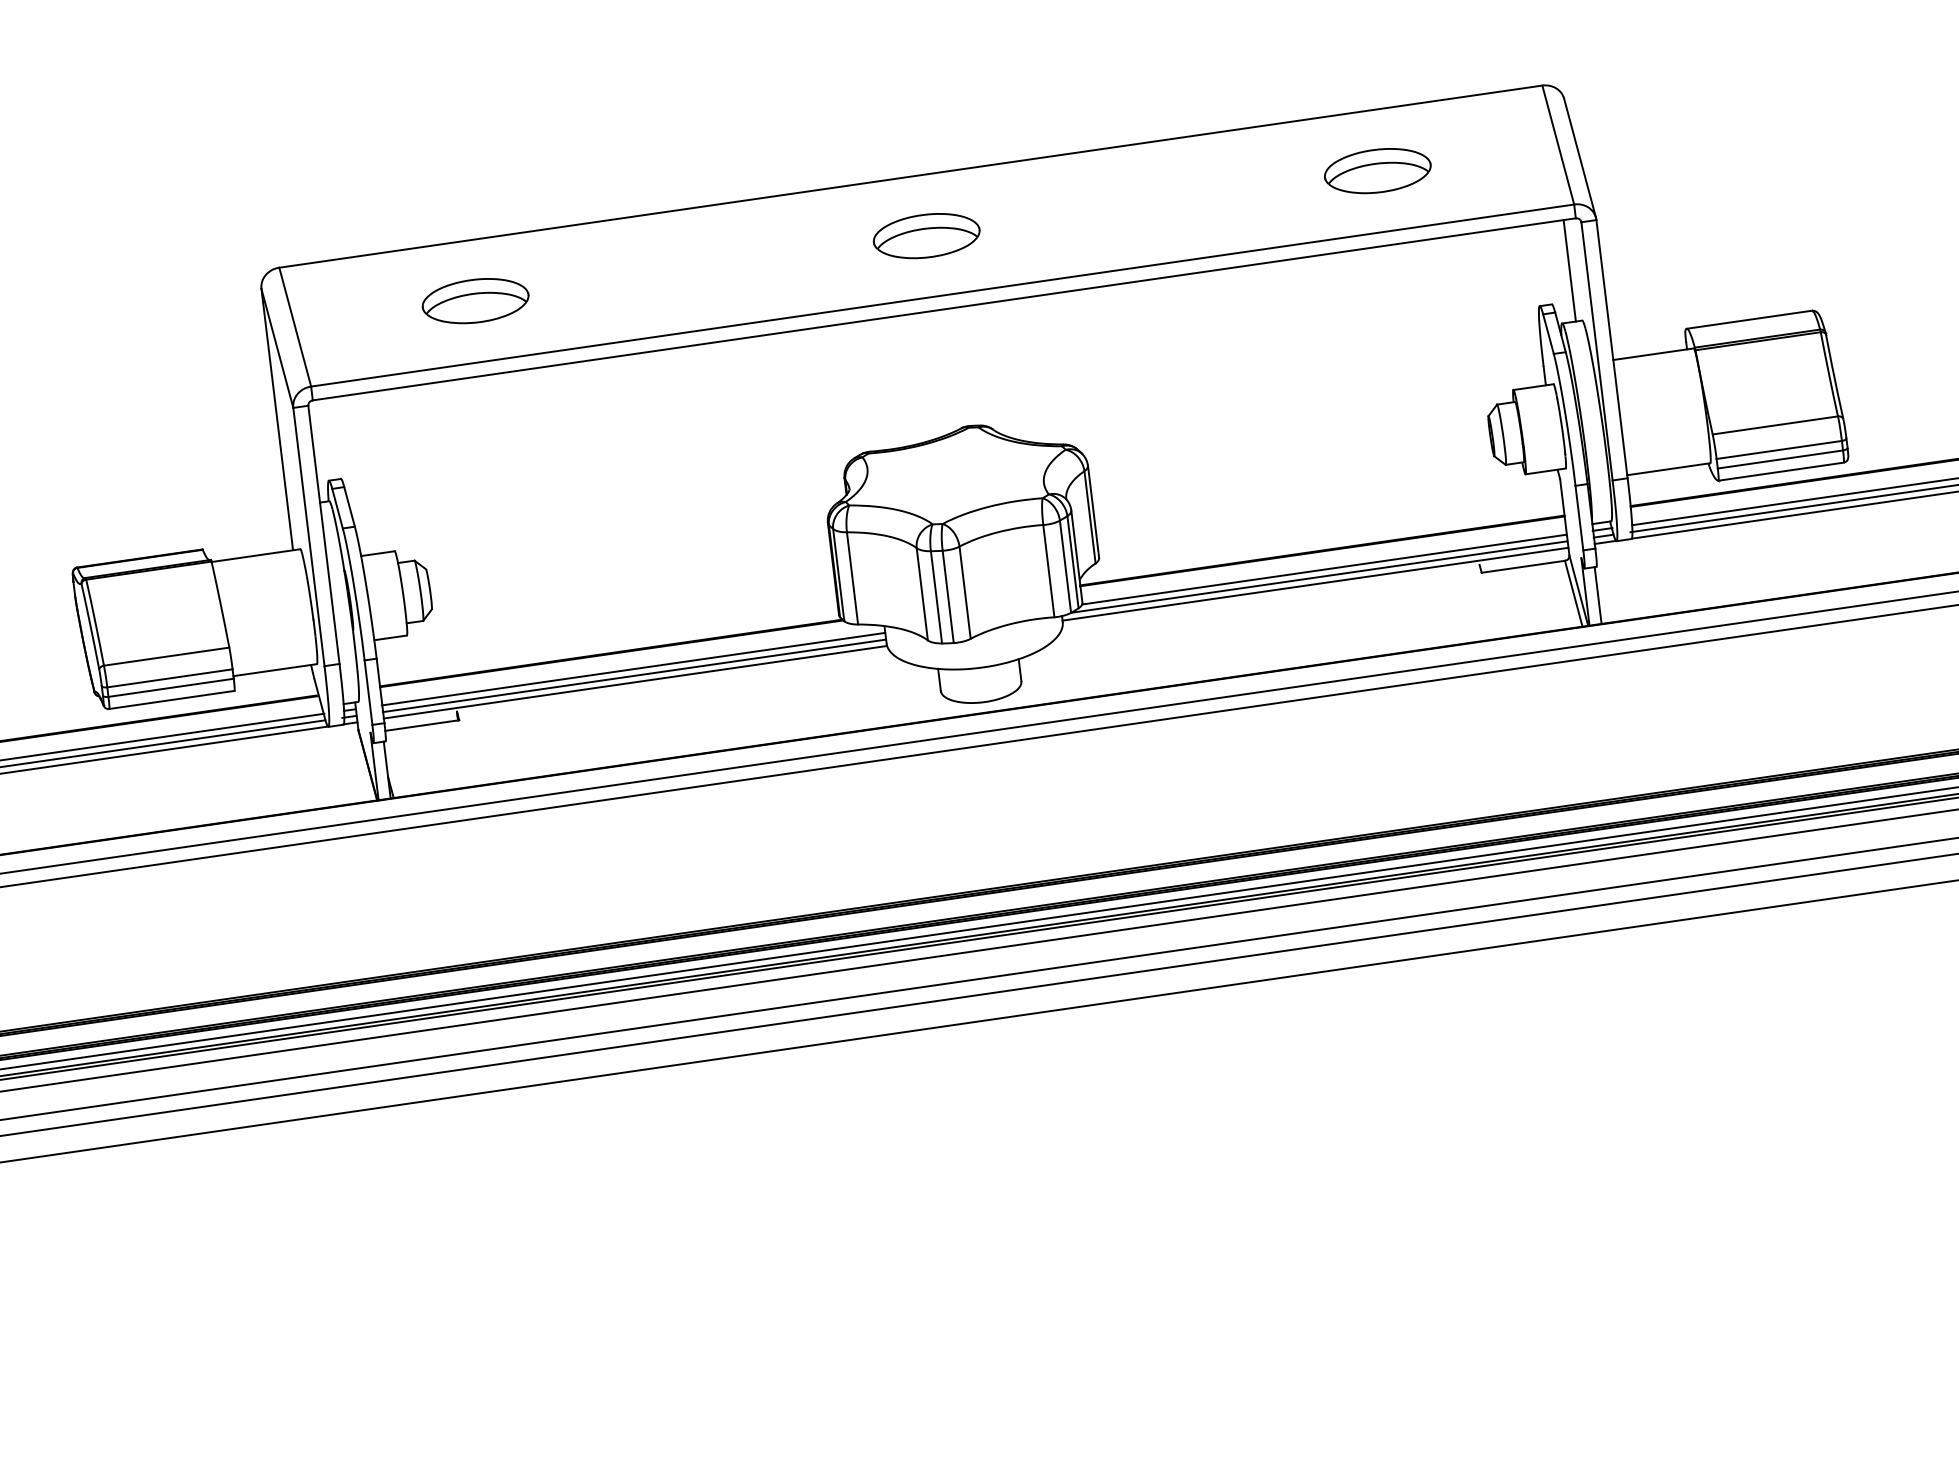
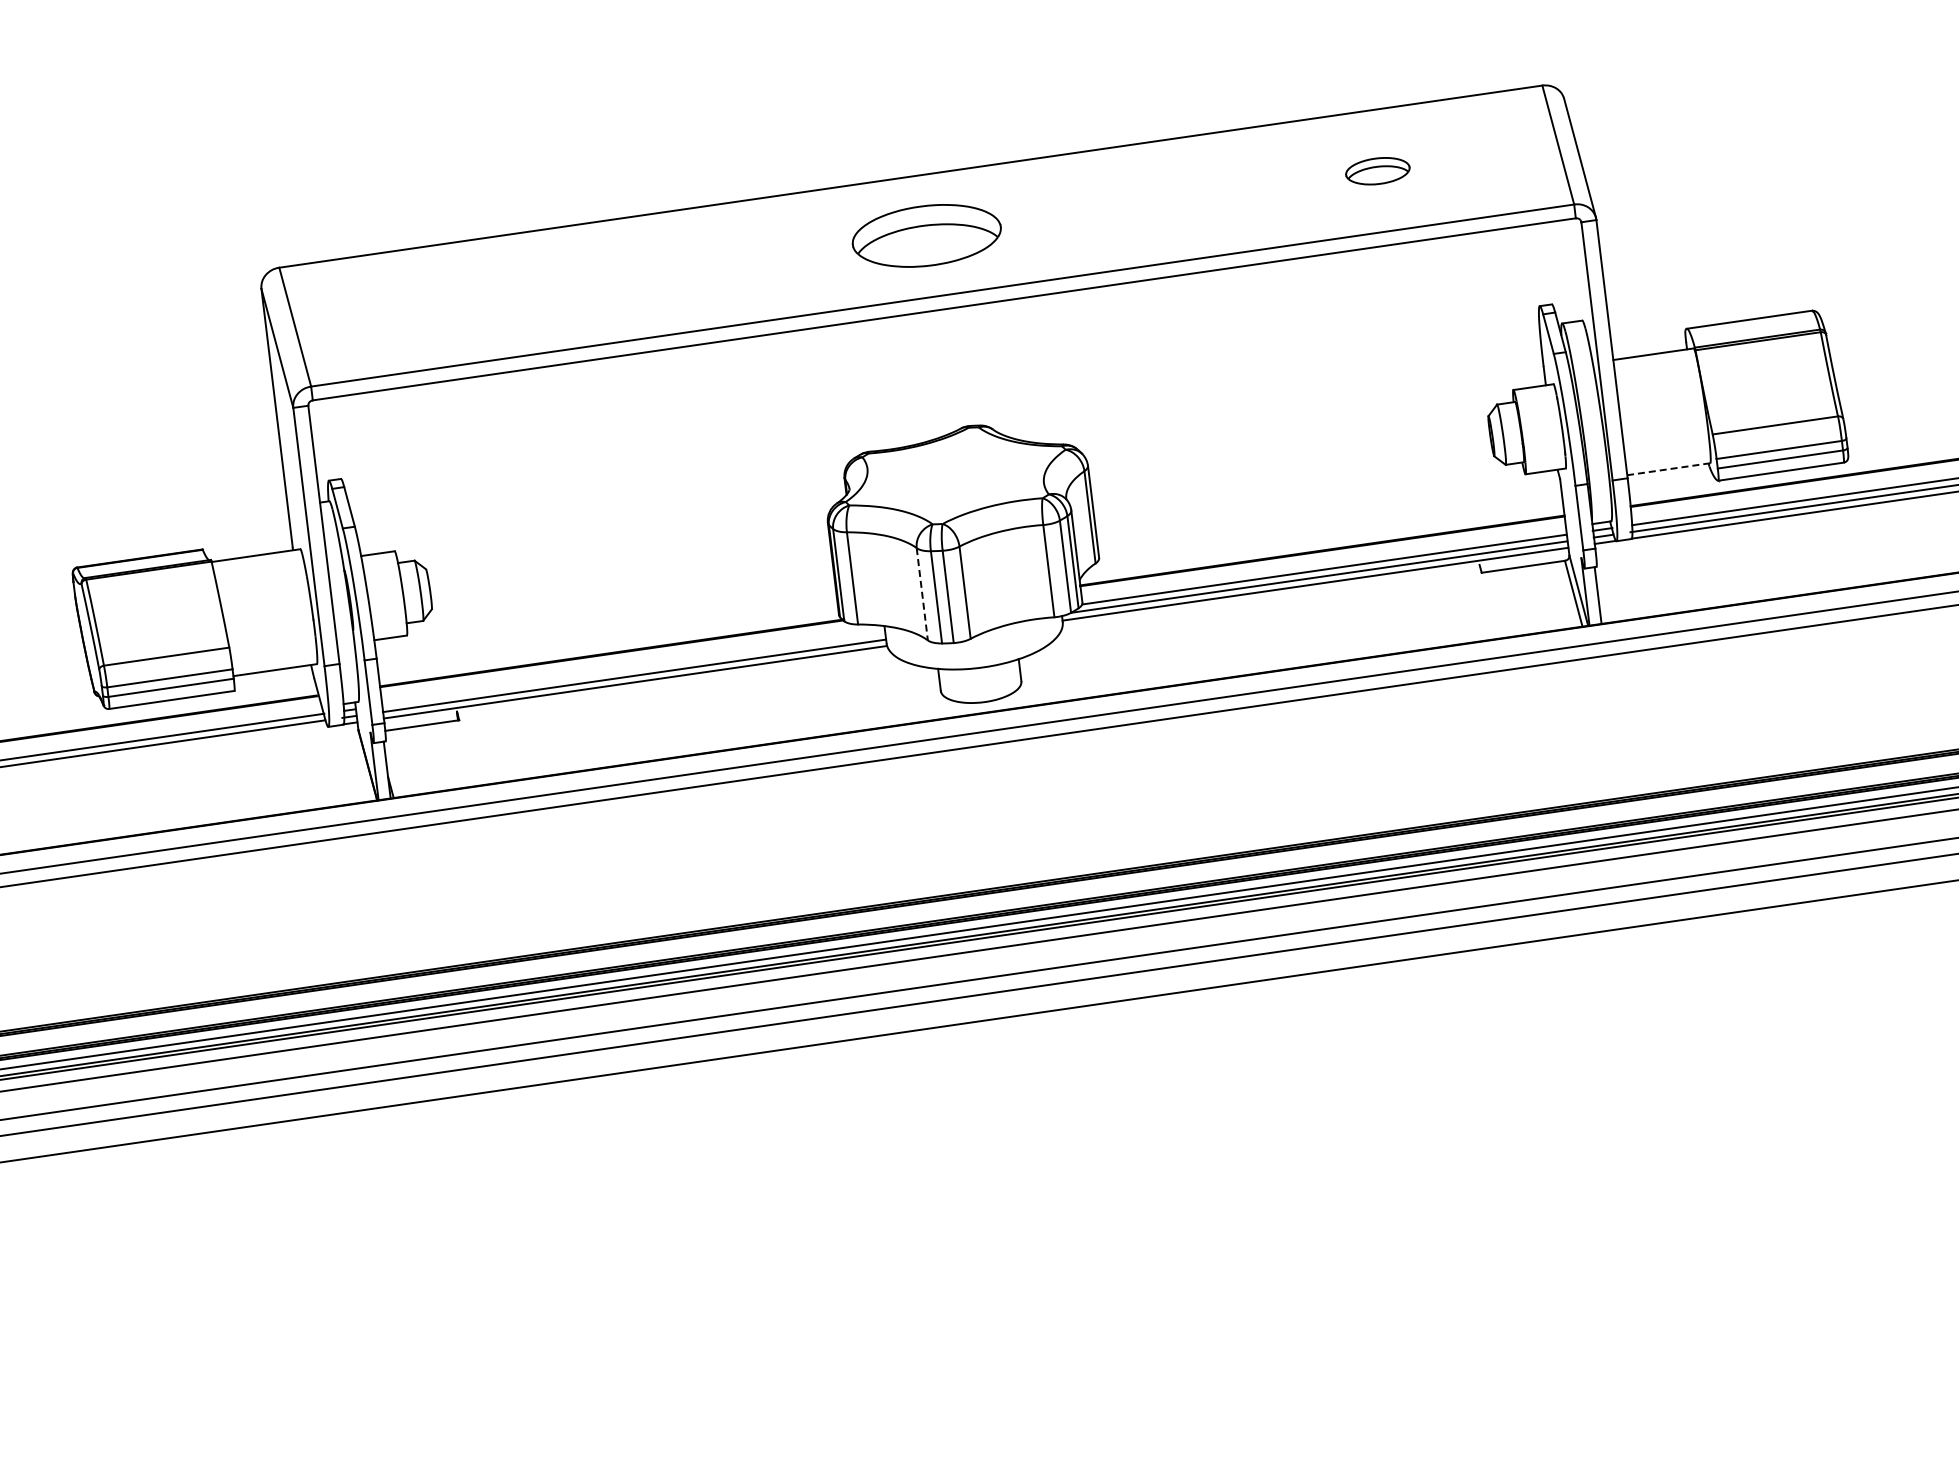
part at (1377, 171) size: 108x47 px -> 66x29 px
part at (926, 236) size: 109x47 px -> 151x64 px
line at (1569, 270): present -> none
part at (475, 301): present -> none
line at (1668, 469): solid -> dashed
line at (922, 594): solid -> dashed
line at (633, 668): present -> none
line at (164, 749): present -> none
